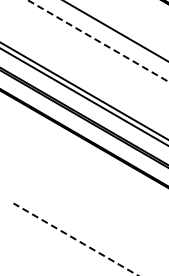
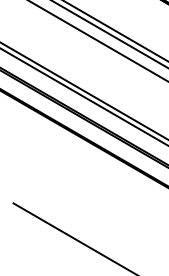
line at (109, 34): none -> present
line at (97, 40): dashed -> solid
line at (75, 239): dashed -> solid
